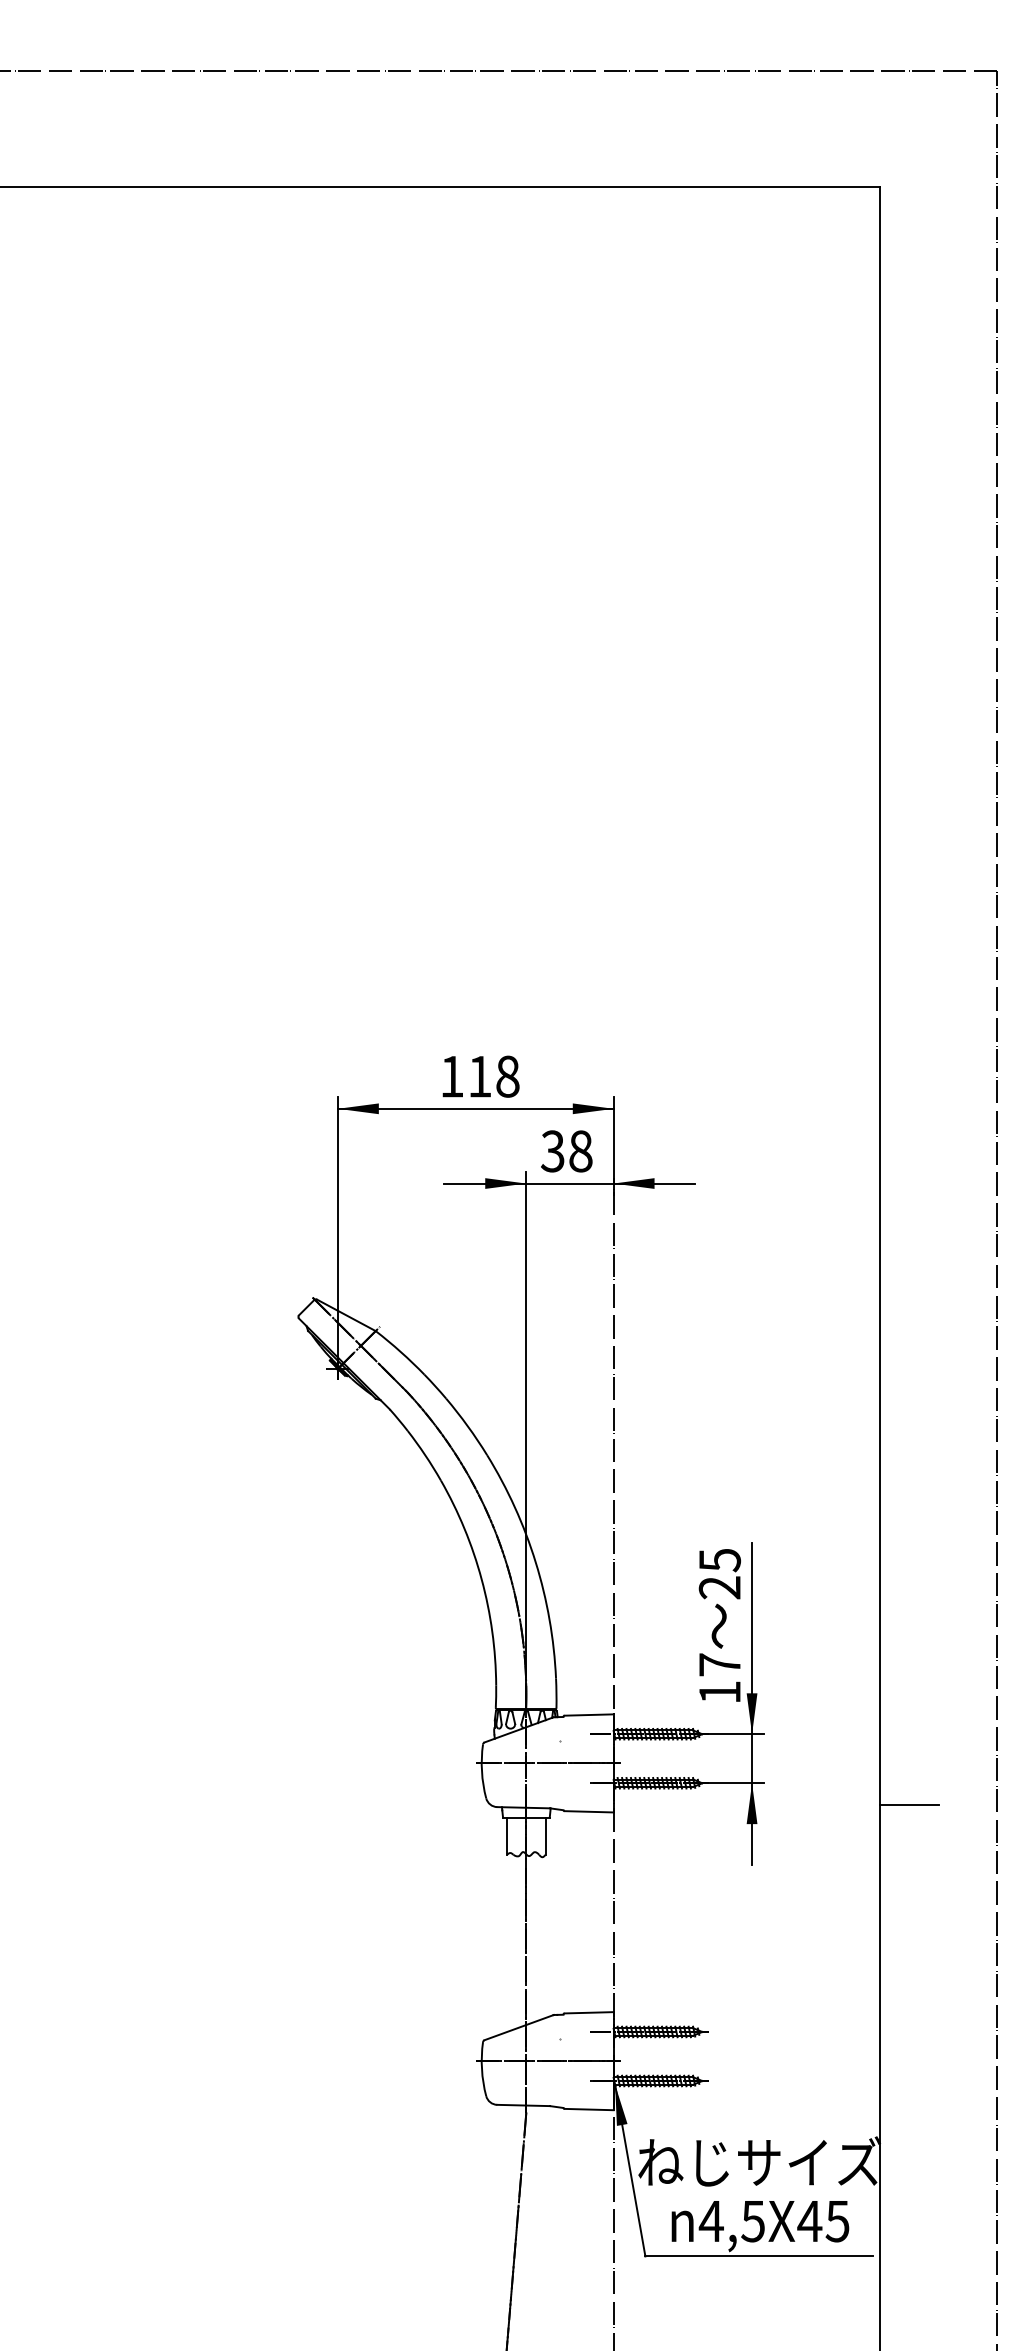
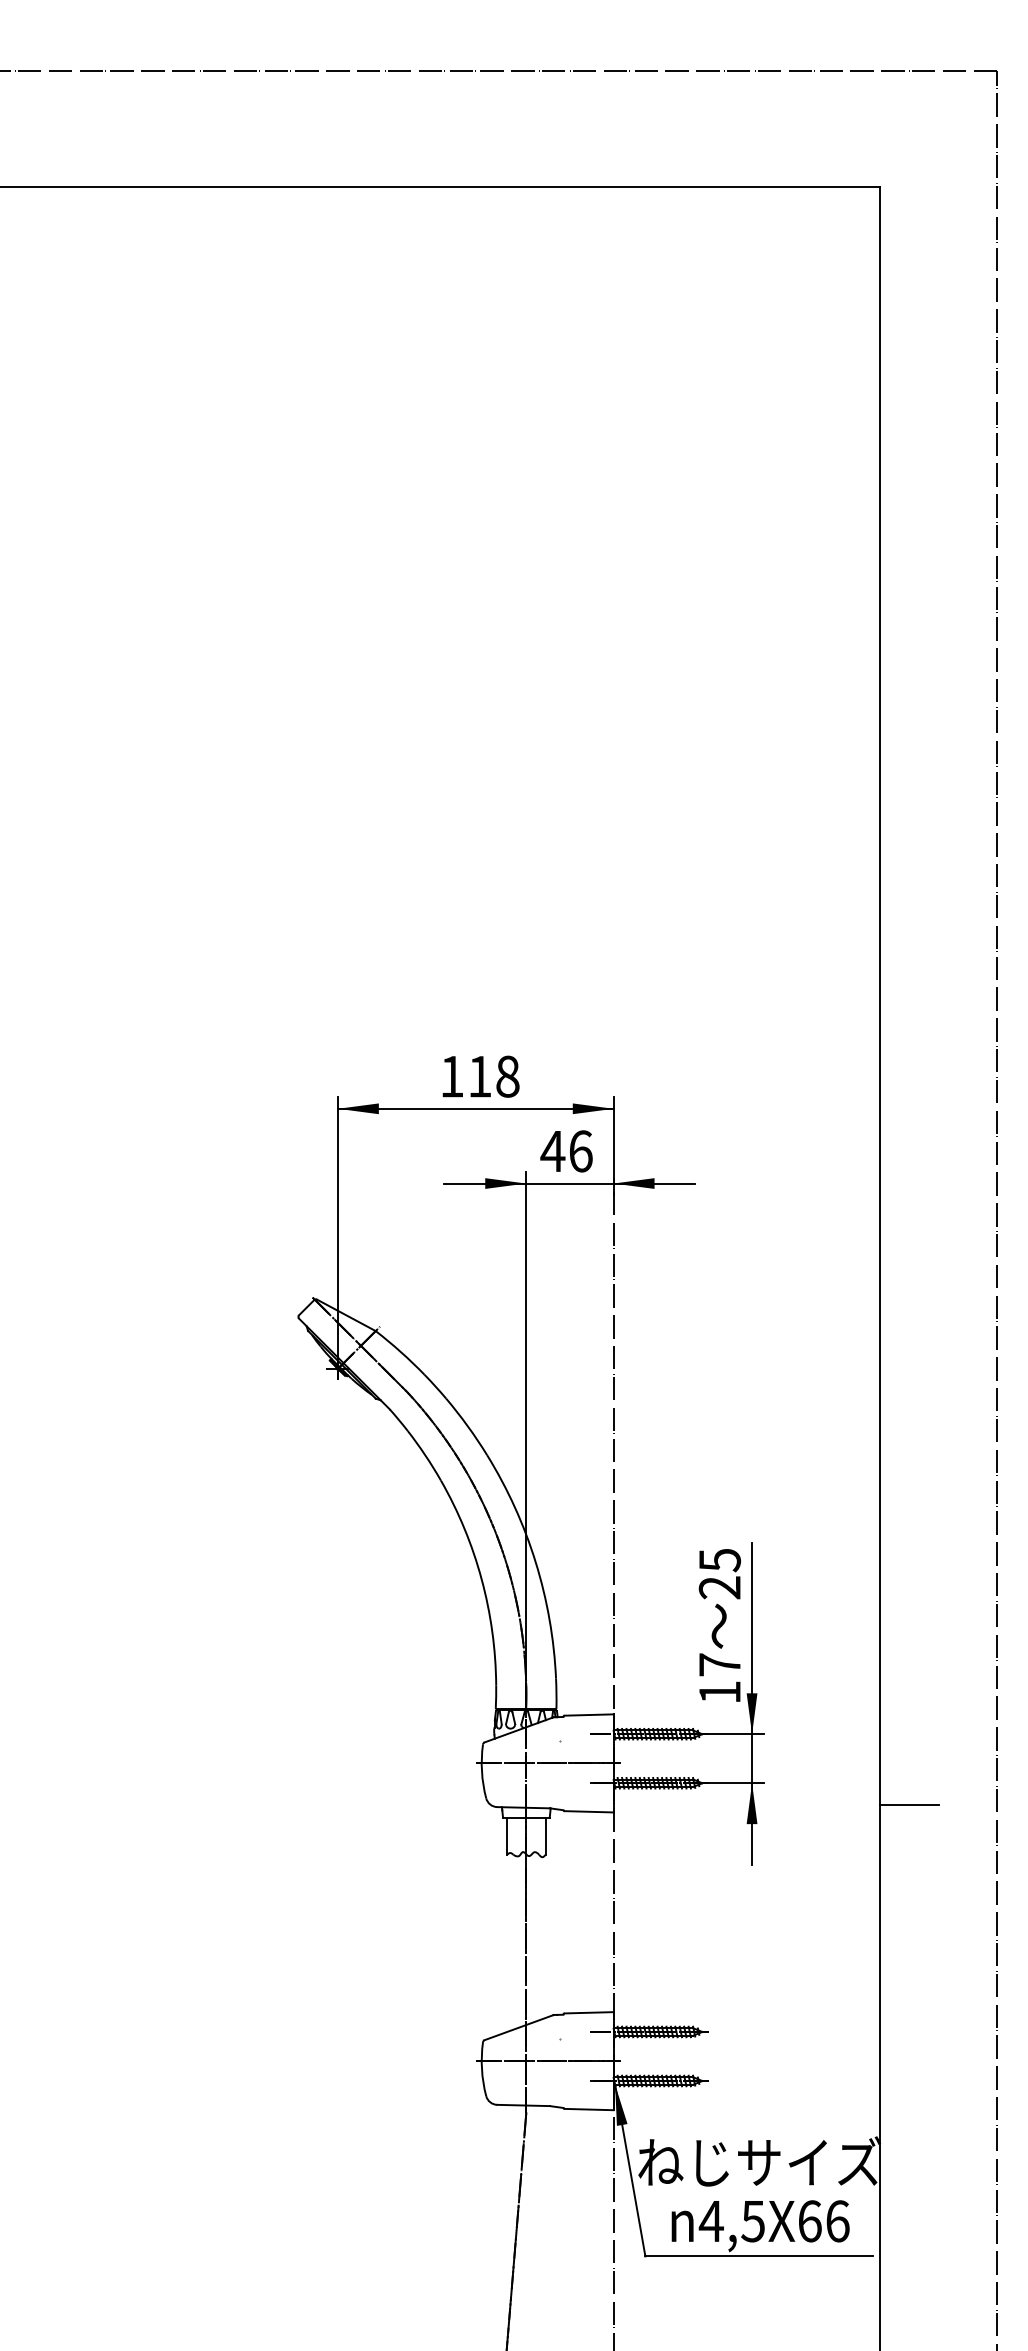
text at (566, 1151): 38 -> 46
text at (823, 2221): 4,5X45 -> 4,5X66
